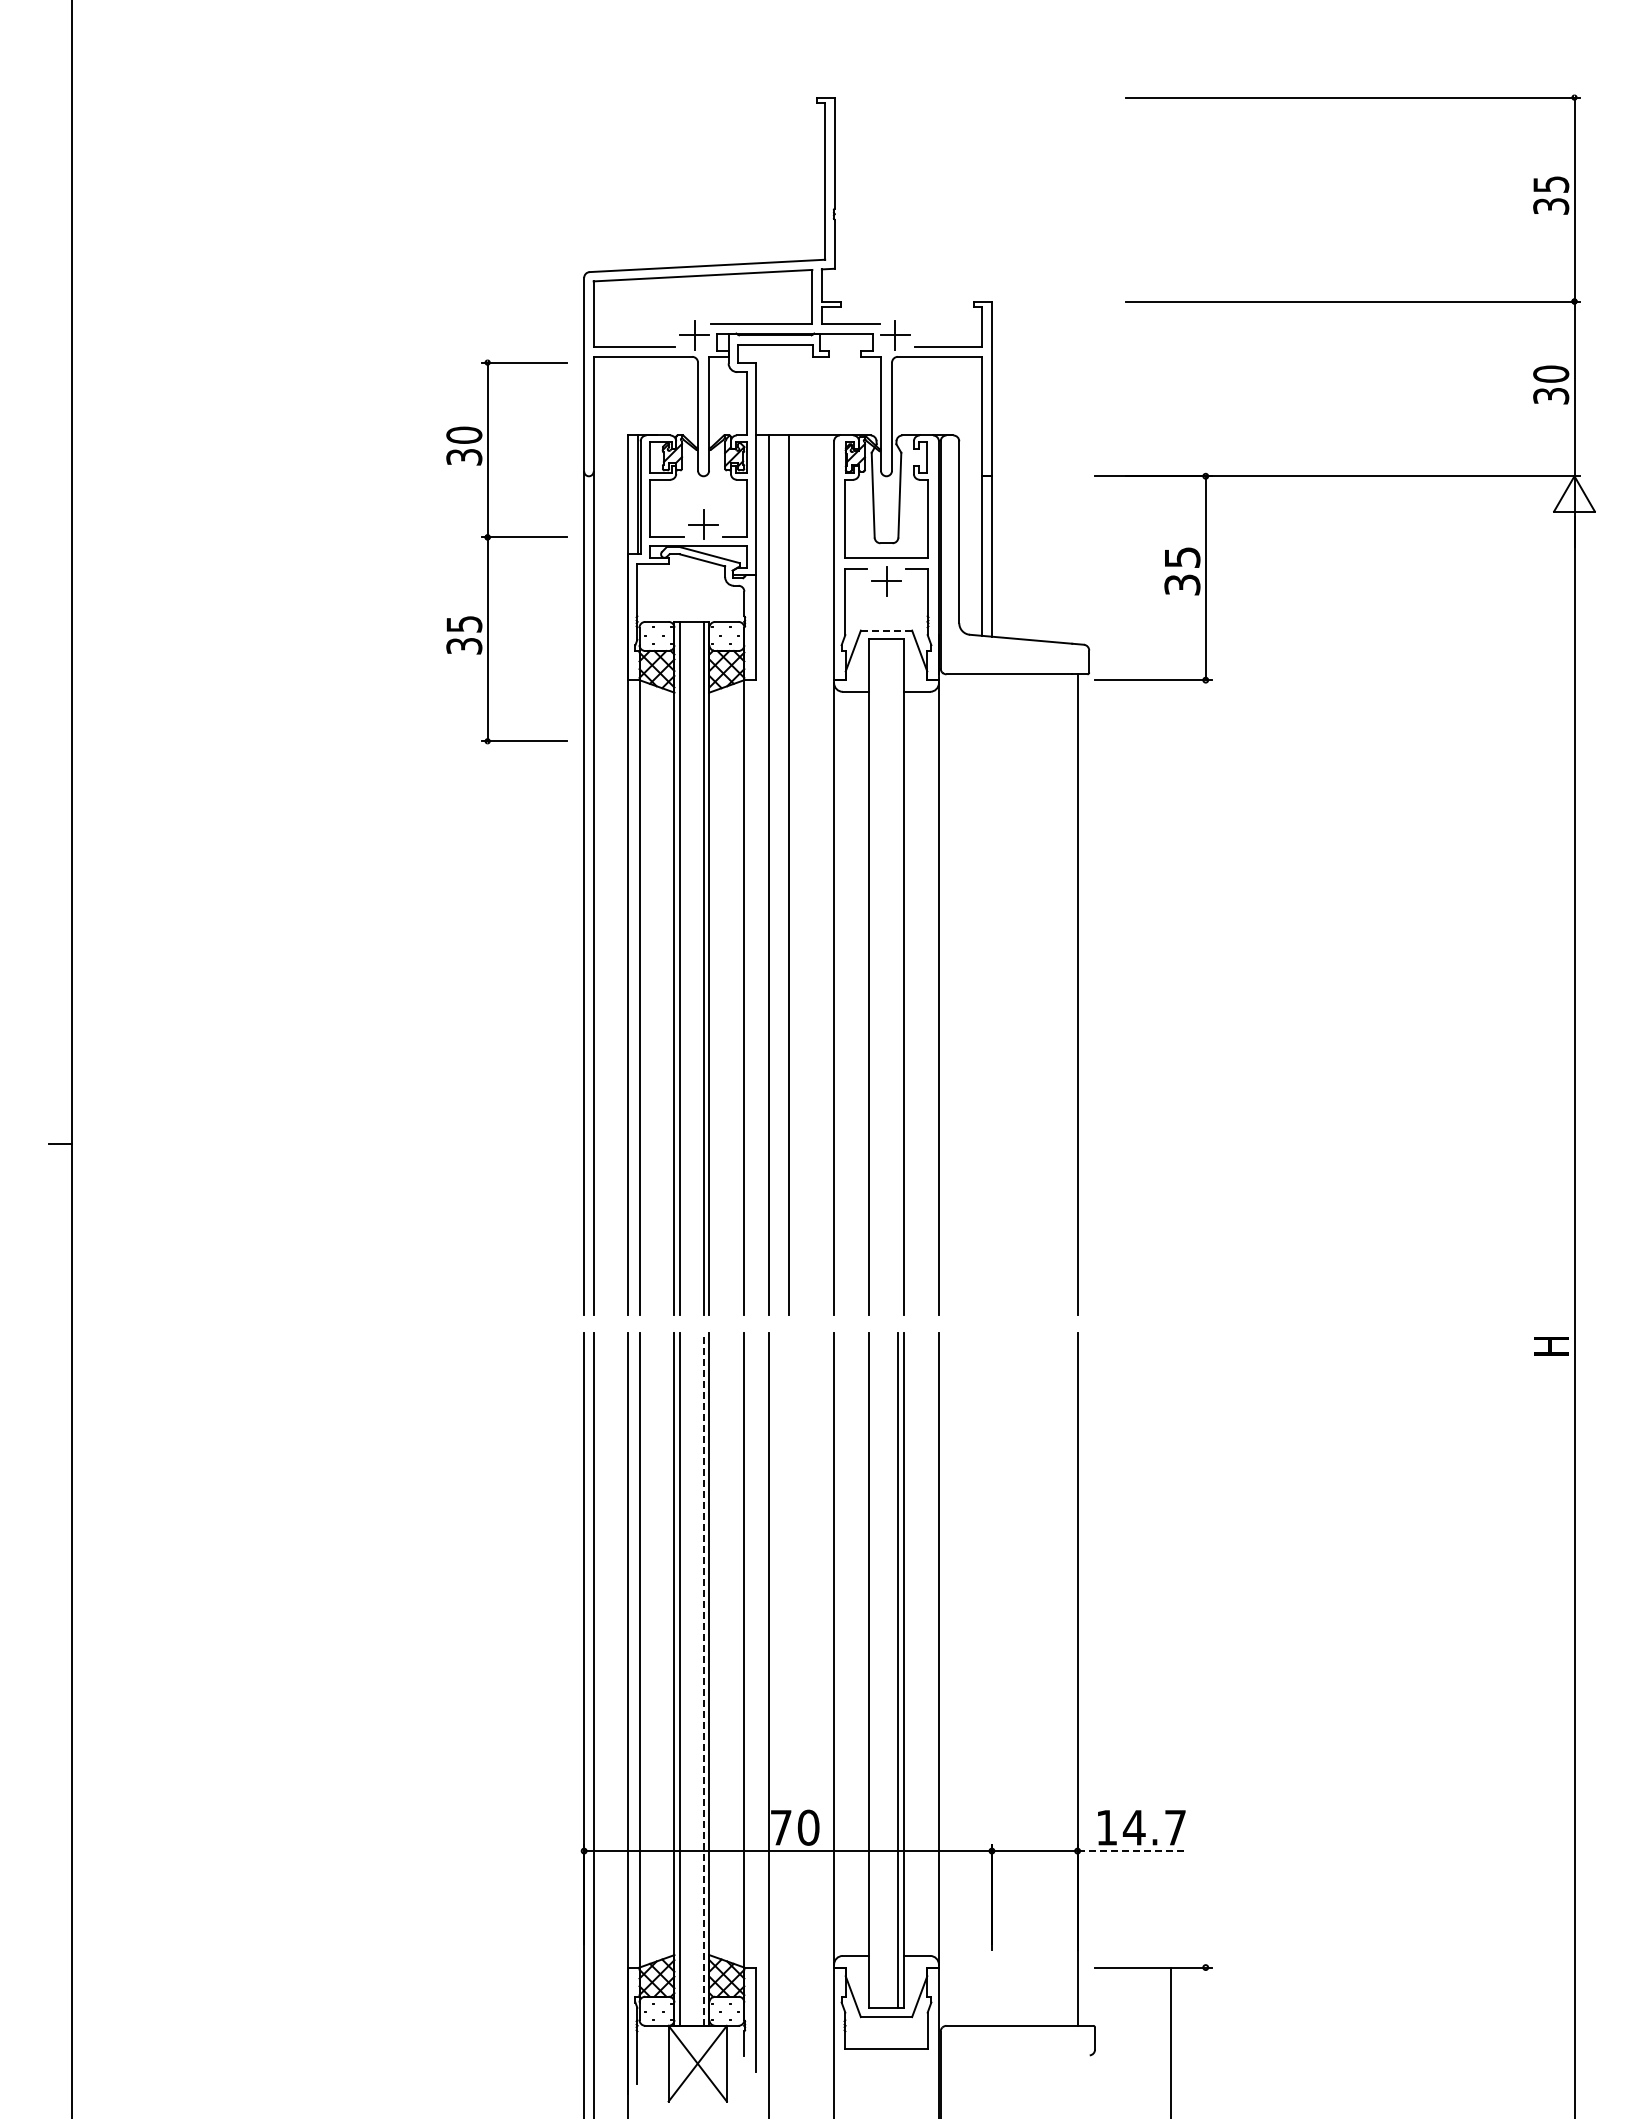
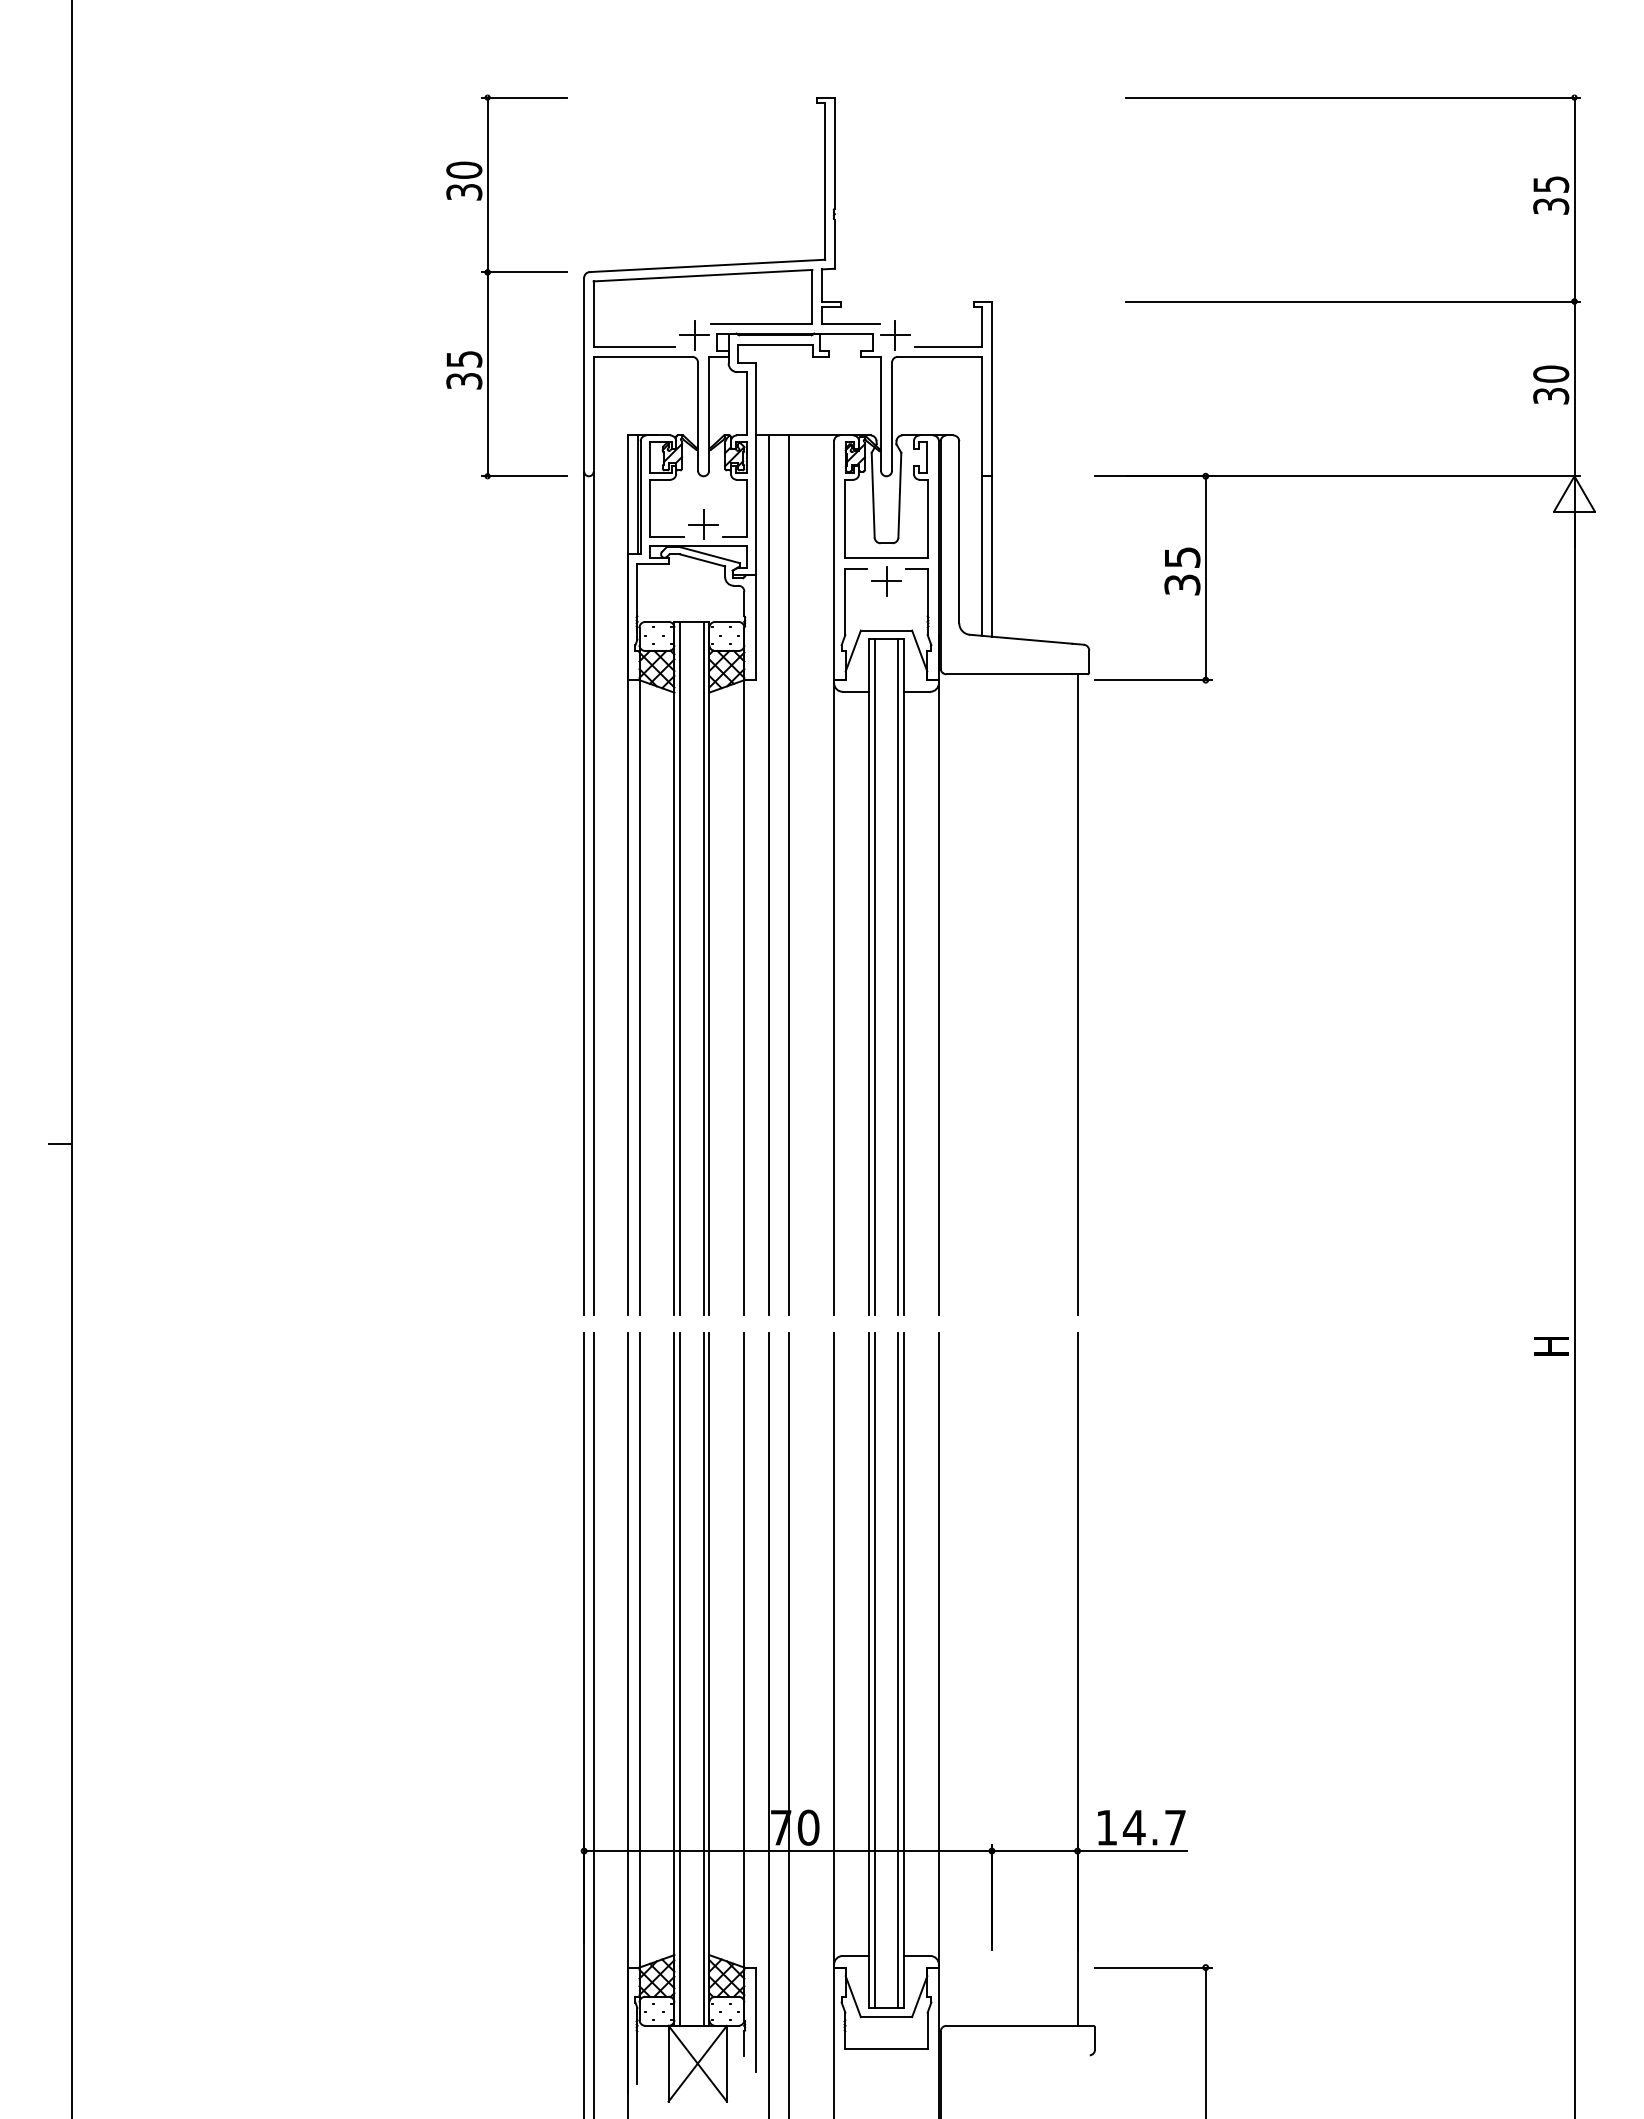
part at (506, 537) position: (506, 537) -> (506, 272)
line at (886, 630): dashed -> solid
line at (874, 977): none -> present
line at (898, 977): none -> present
line at (874, 1670): none -> present
line at (703, 1679): dashed -> solid
line at (789, 1723): none -> present
line at (1132, 1851): dashed -> solid
line at (1170, 2041) position: (1170, 2041) -> (1205, 2041)
